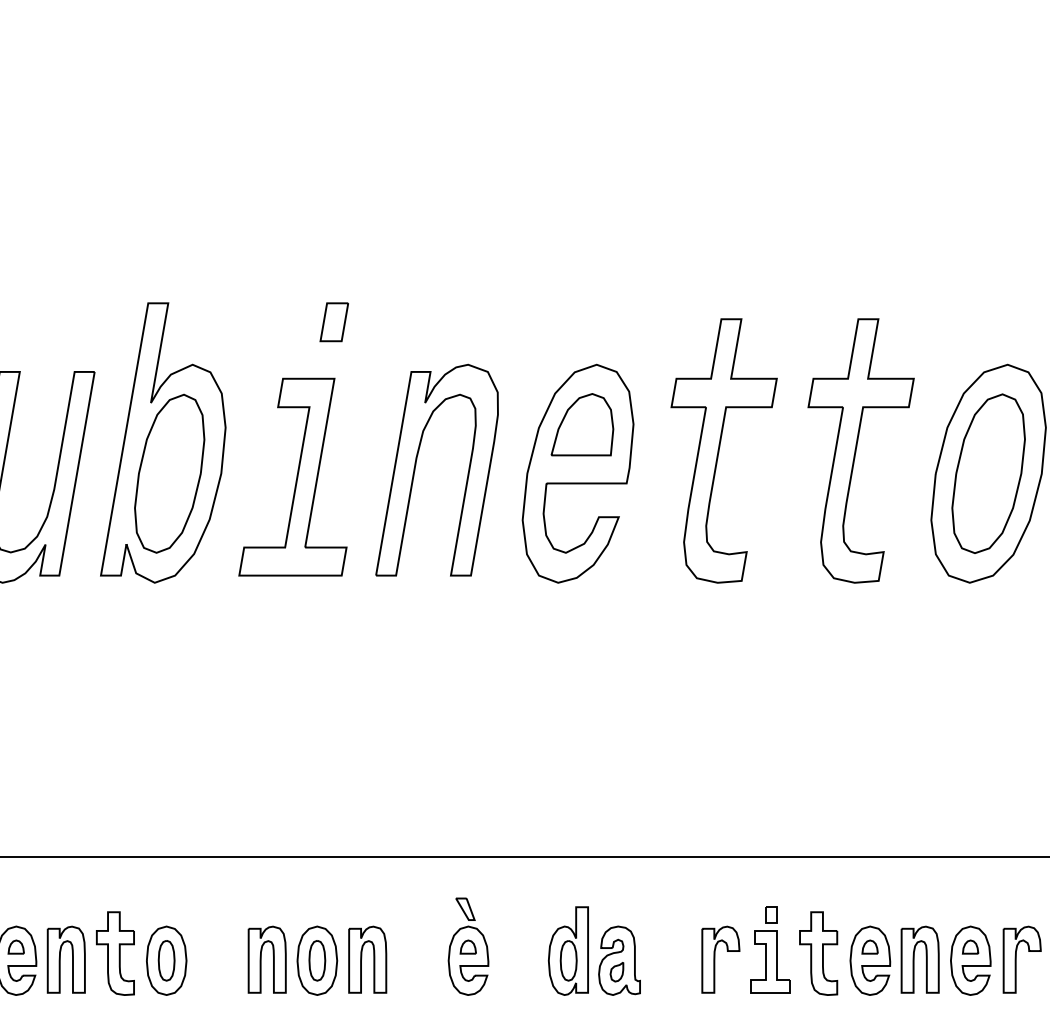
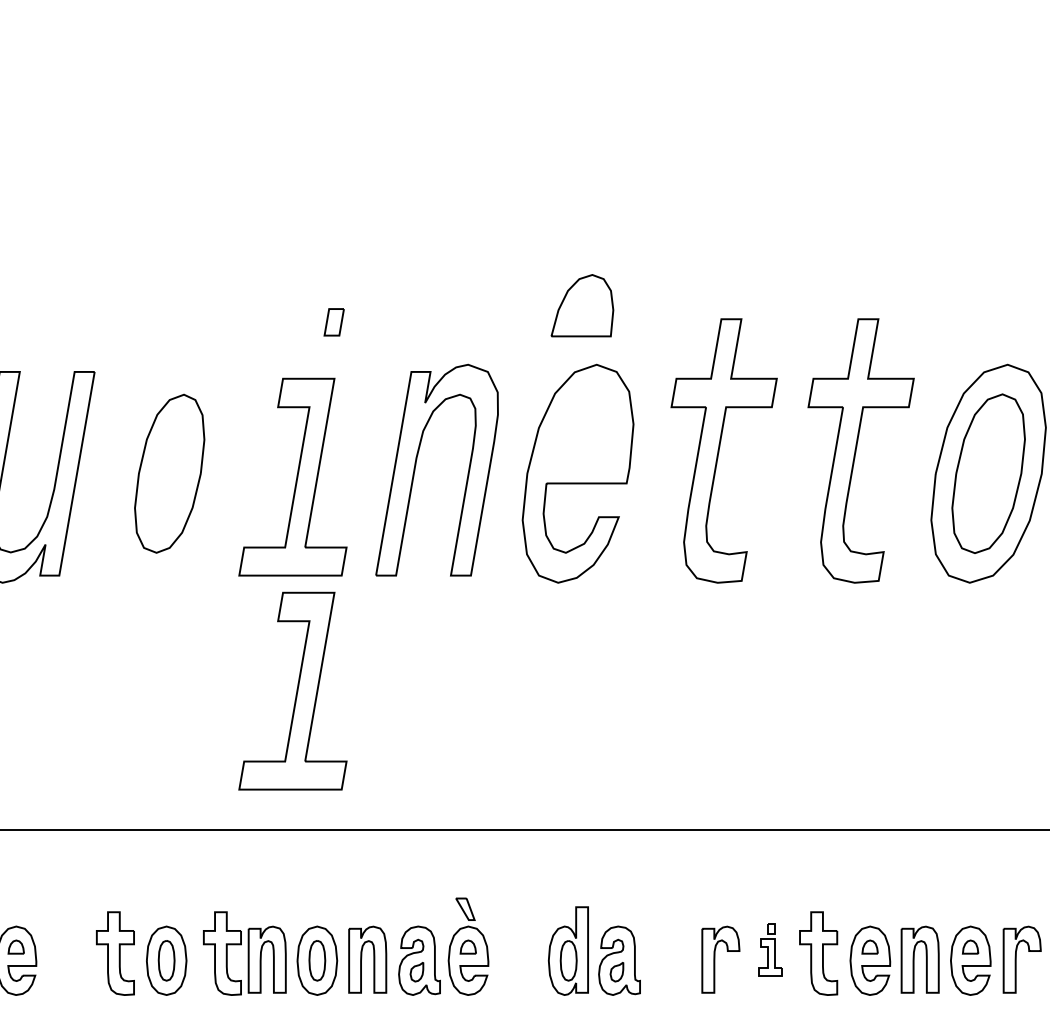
part at (333, 322) size: 30x41 px -> 22x29 px
part at (582, 424) position: (582, 424) -> (582, 305)
part at (163, 442): present -> none
part at (292, 690): none -> present
line at (524, 856) position: (524, 856) -> (524, 829)
part at (770, 949) size: 41x88 px -> 25x54 px
part at (222, 953): none -> present
part at (65, 959): present -> none
part at (419, 960): none -> present
